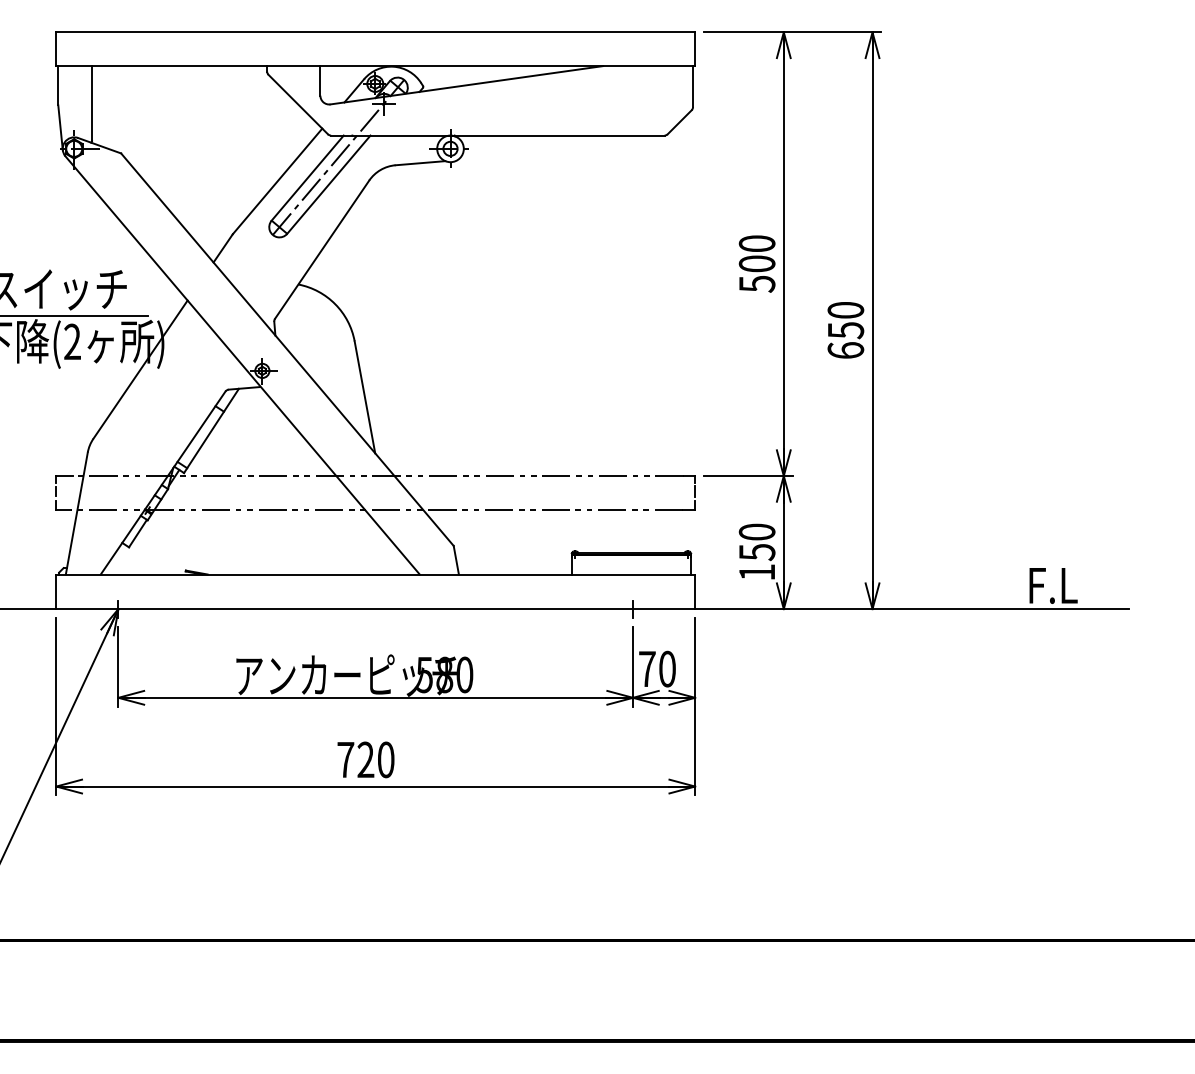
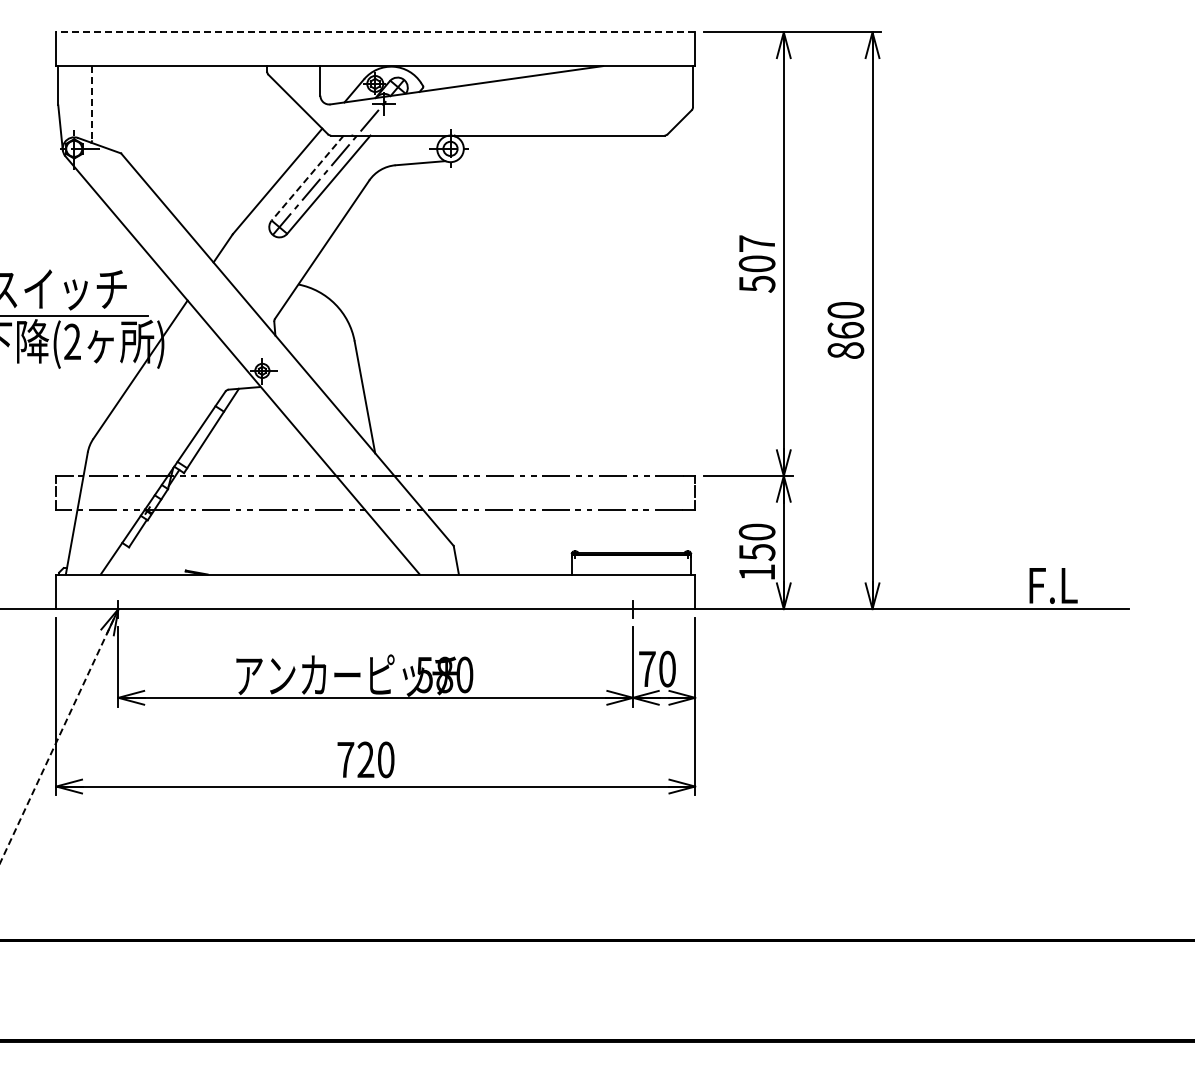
line at (375, 32): solid -> dashed
line at (92, 103): solid -> dashed
line at (307, 178): solid -> dashed
text at (756, 243): 500 -> 507
text at (845, 340): 650 -> 860
line at (59, 735): solid -> dashed
